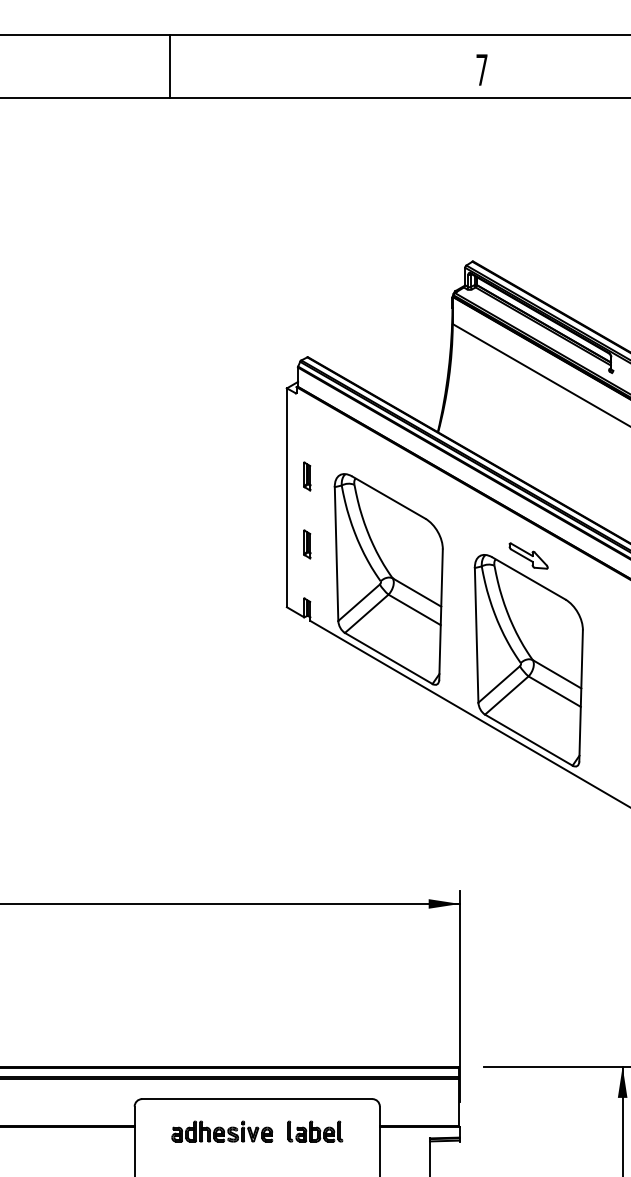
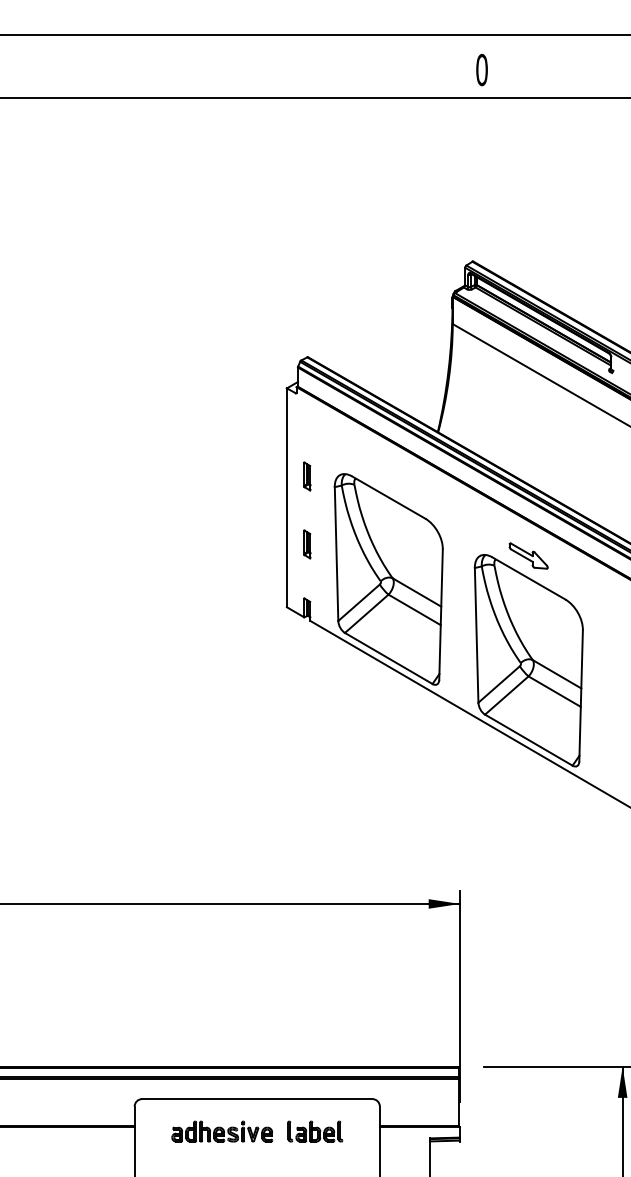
line at (169, 66): present -> none
text at (481, 69): 7 -> 0
